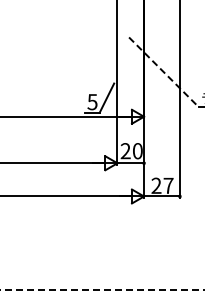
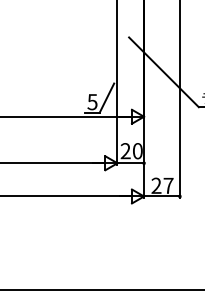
line at (164, 72): dashed -> solid
line at (102, 289): dashed -> solid
